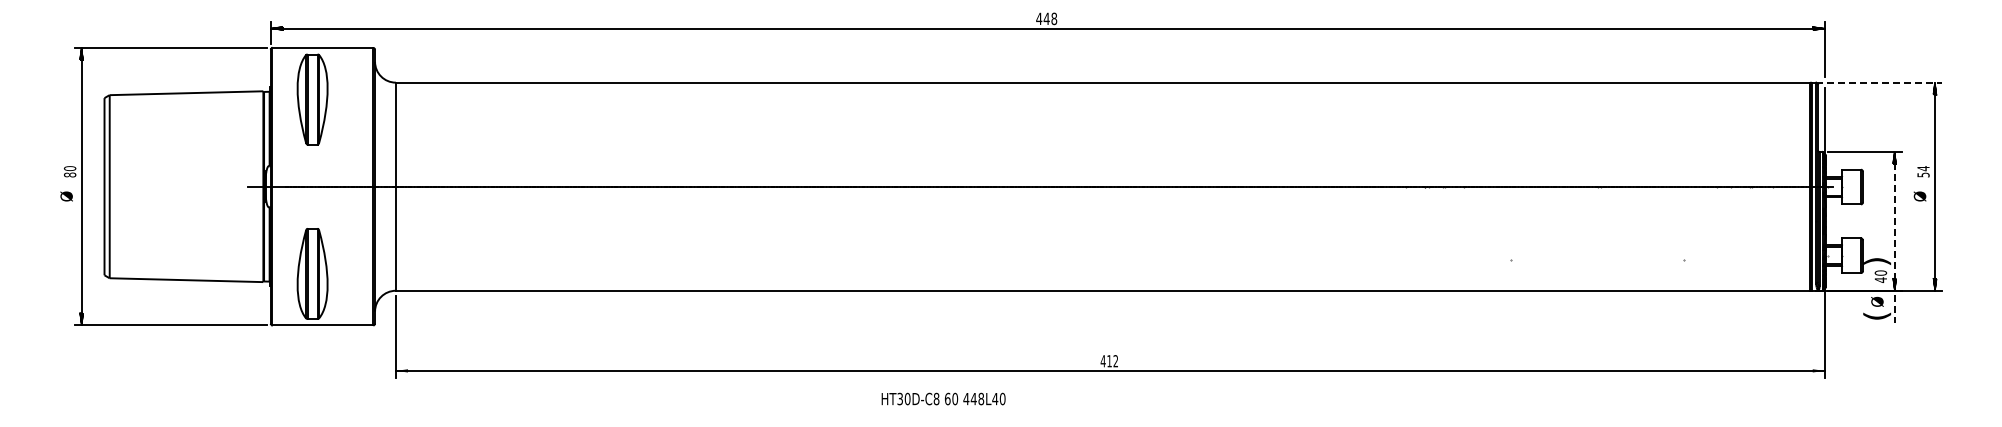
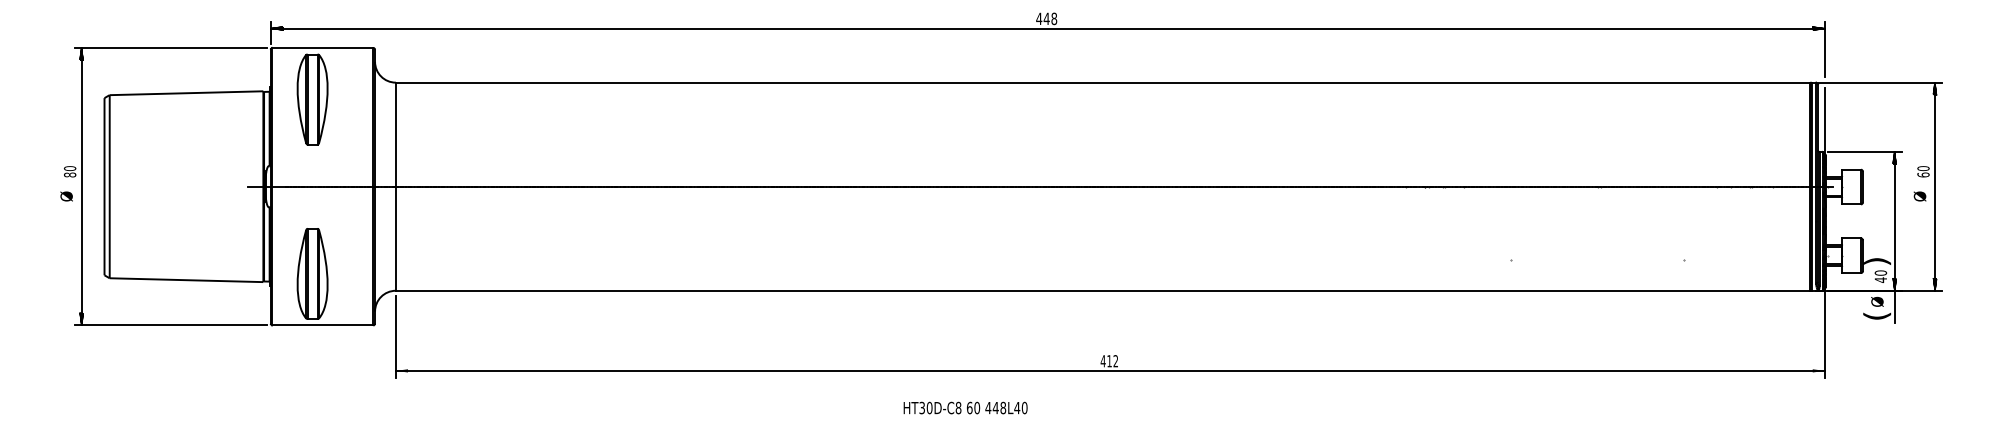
line at (1879, 82): dashed -> solid
text at (1923, 171): 54 -> 60
line at (1894, 238): dashed -> solid
text at (943, 398) position: (943, 398) -> (965, 407)
